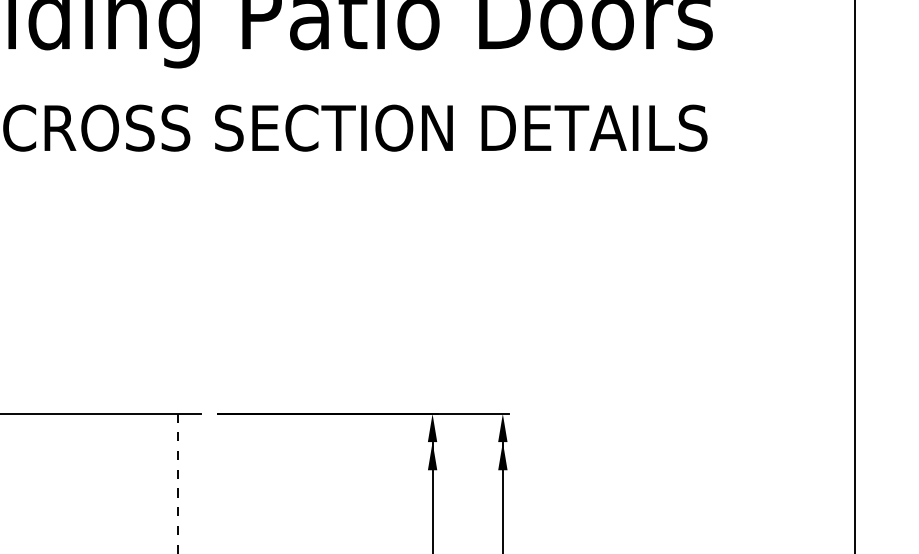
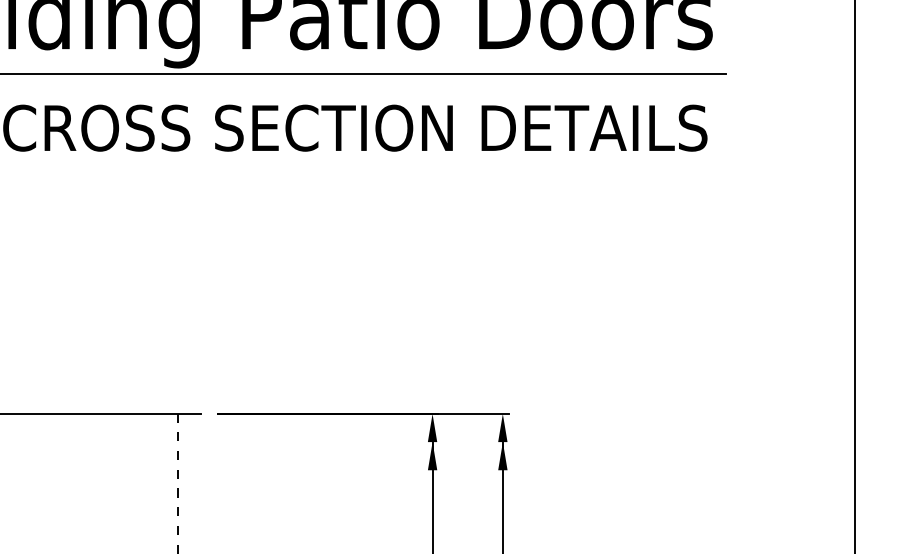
line at (364, 74): none -> present
